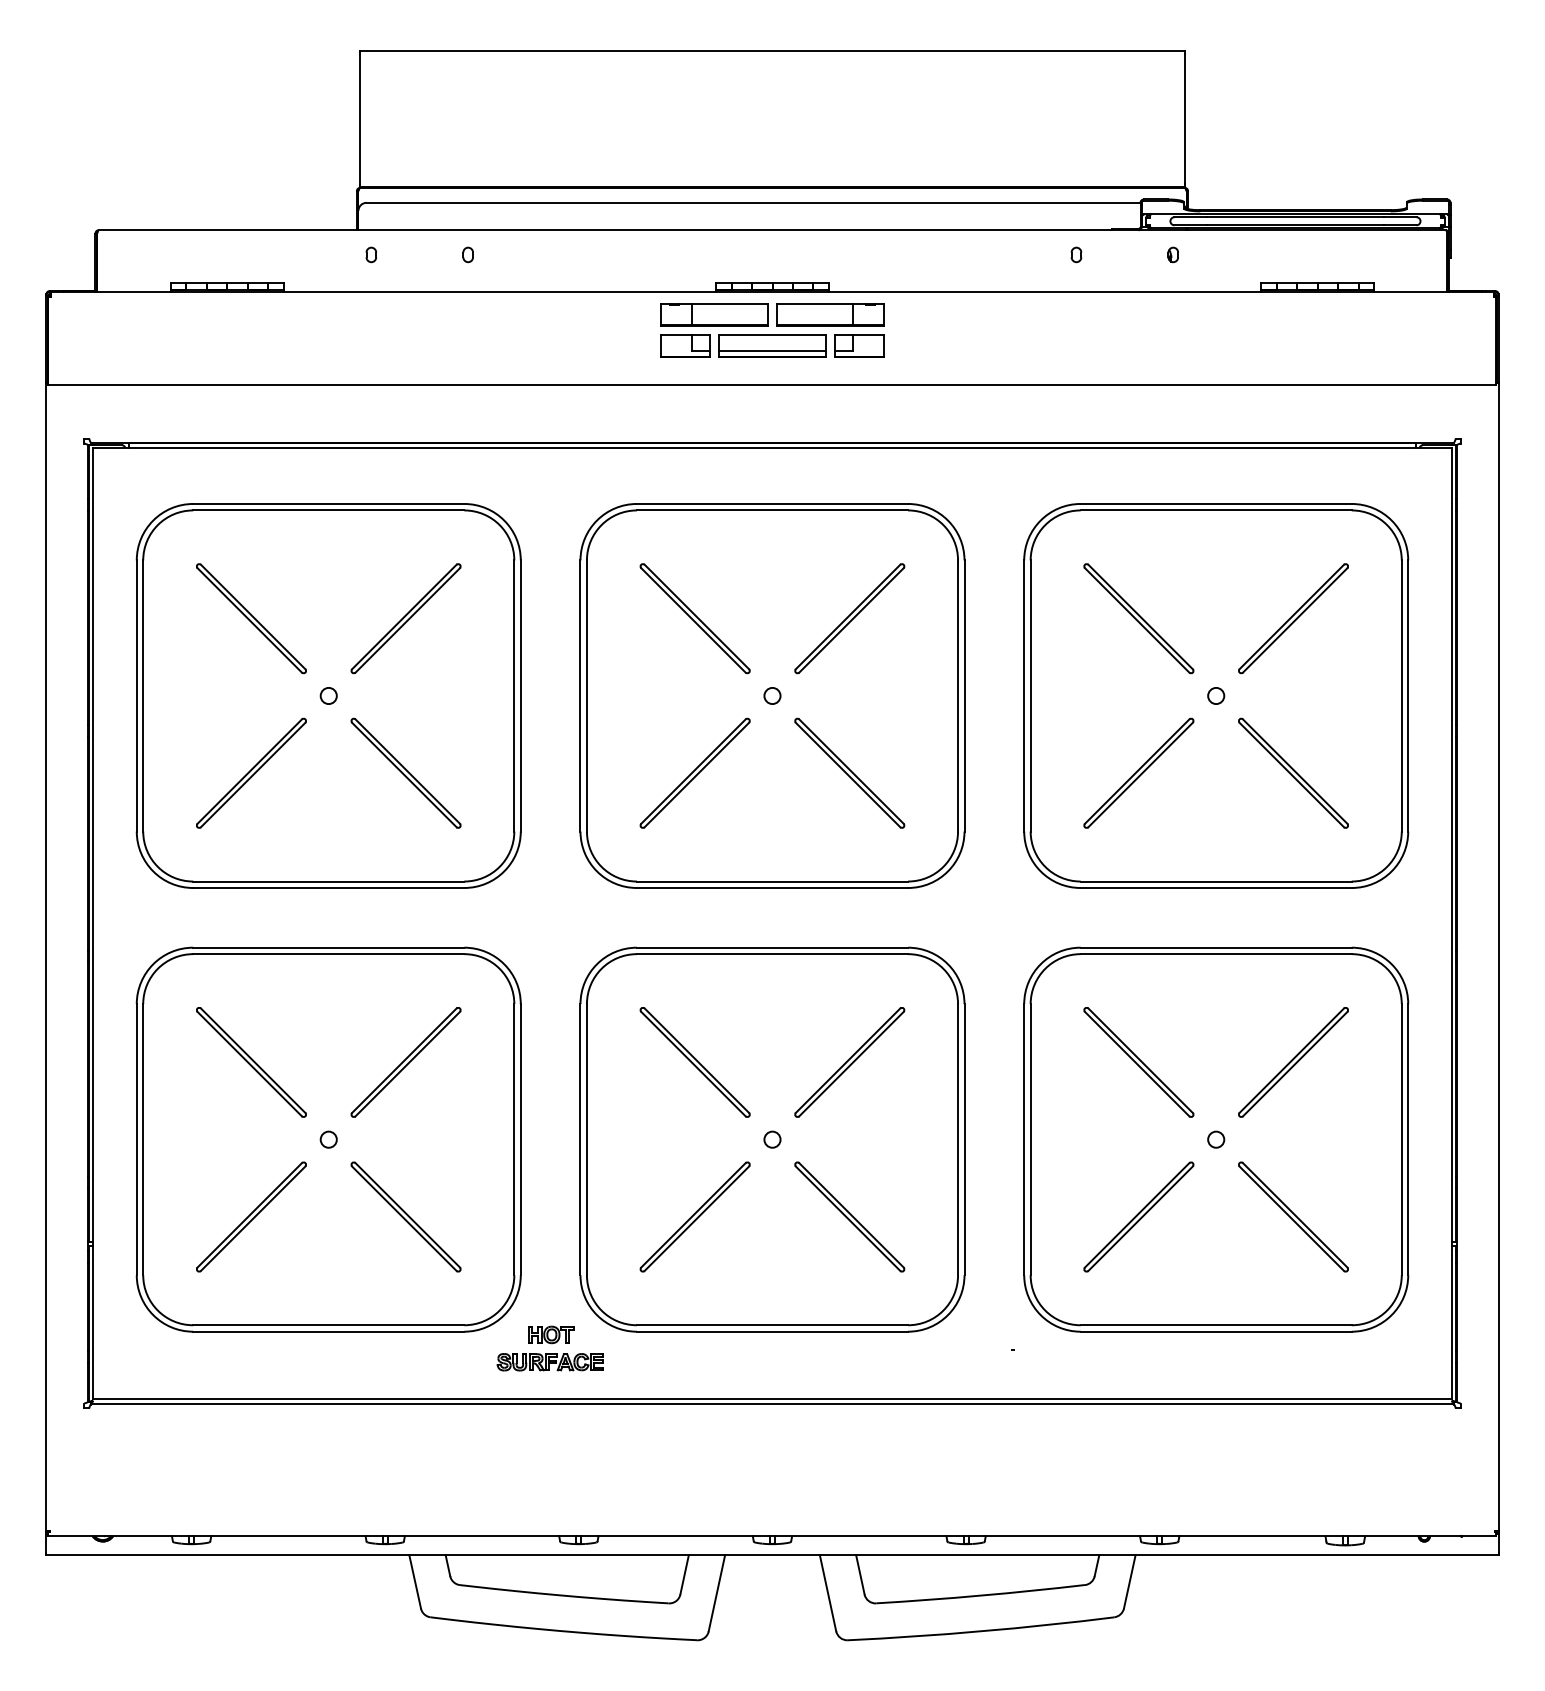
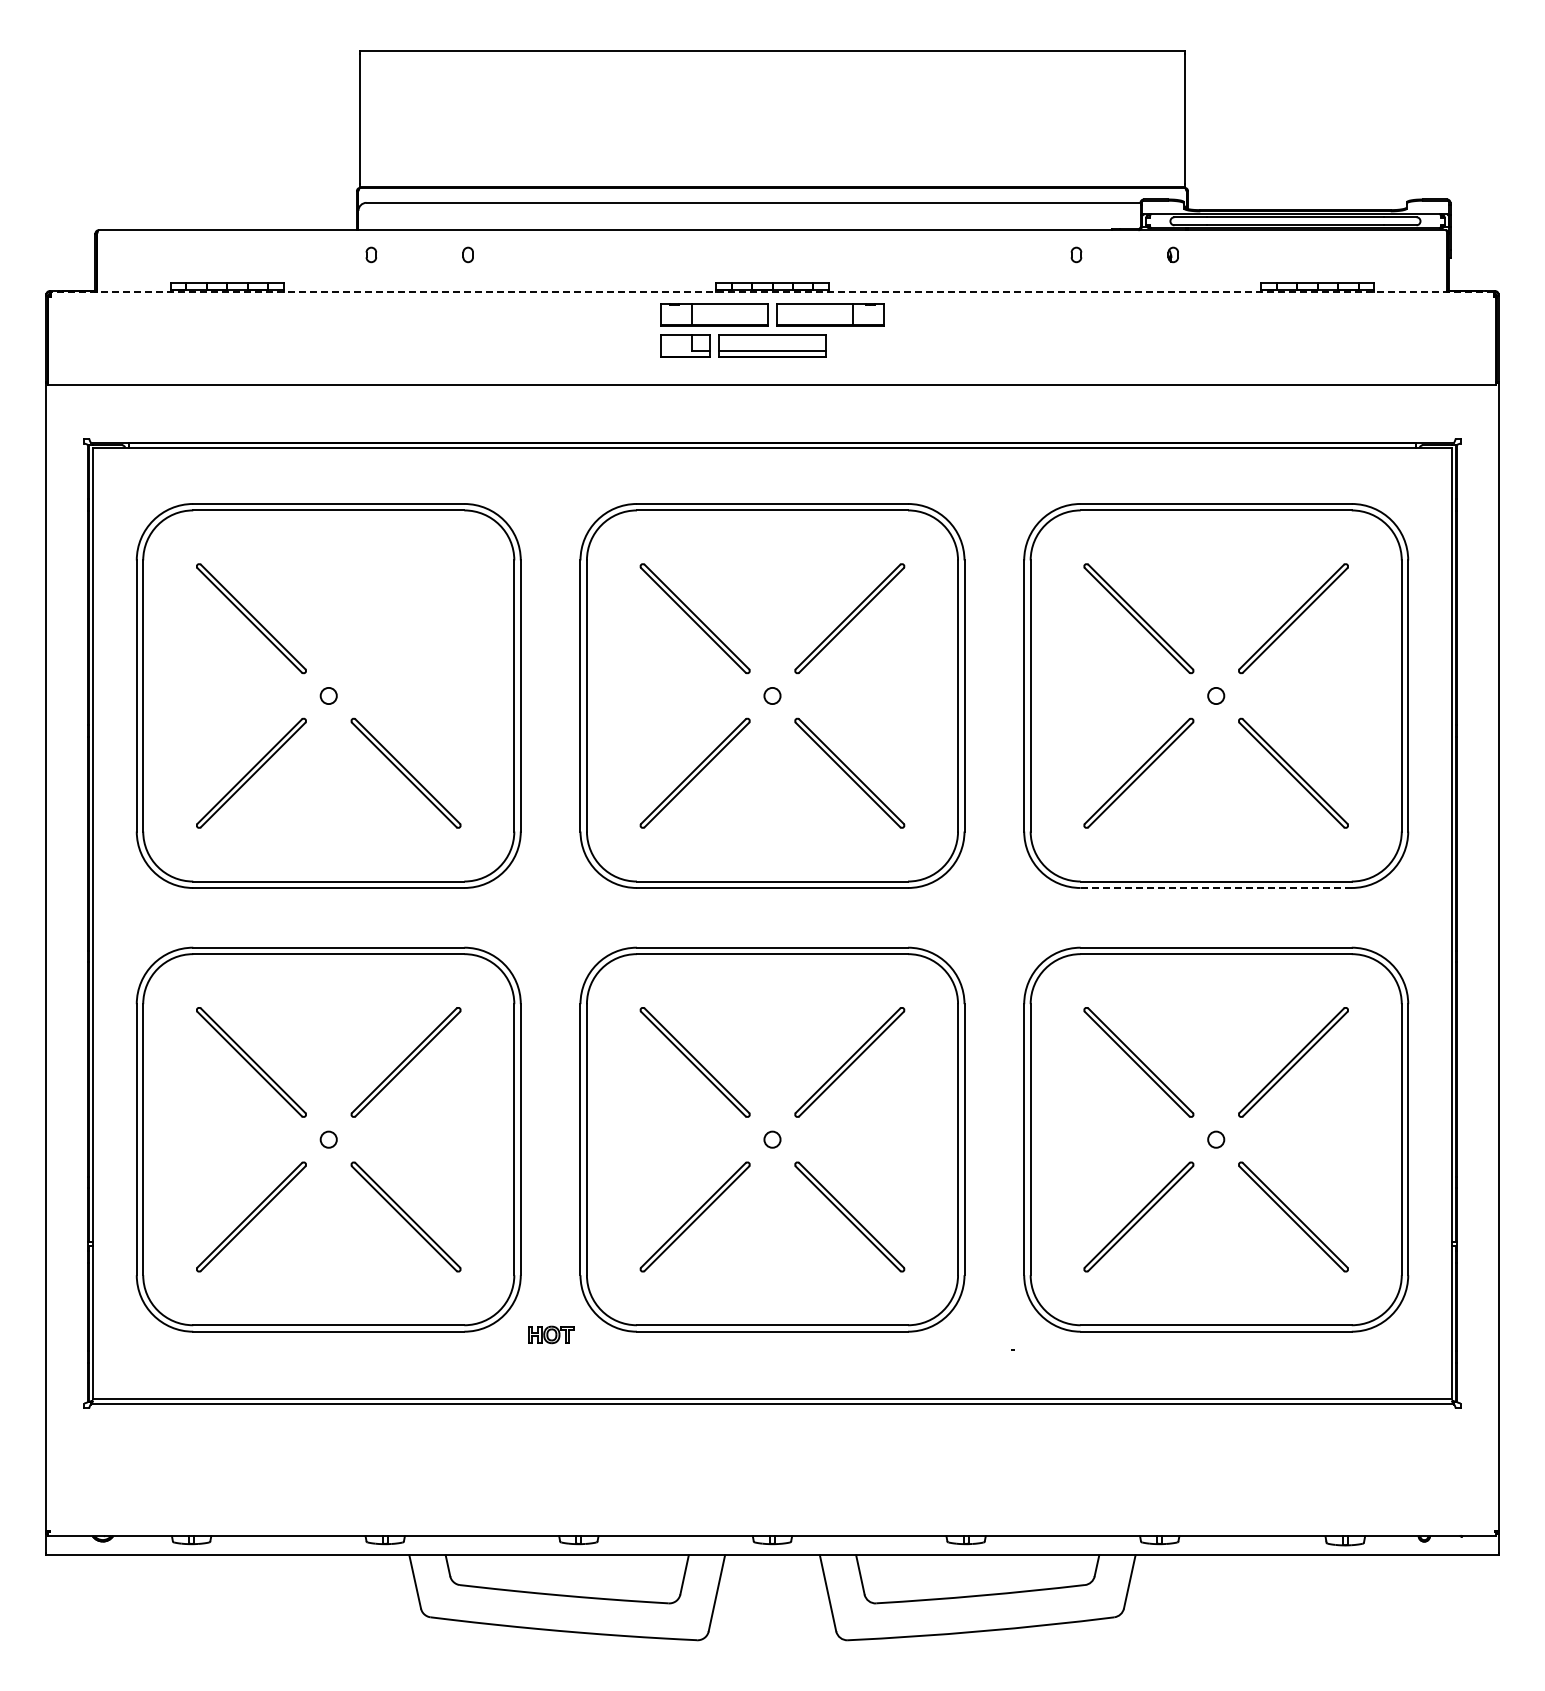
line at (772, 291): solid -> dashed
part at (859, 345): present -> none
part at (405, 618): present -> none
line at (1216, 888): solid -> dashed
part at (549, 1362): present -> none
